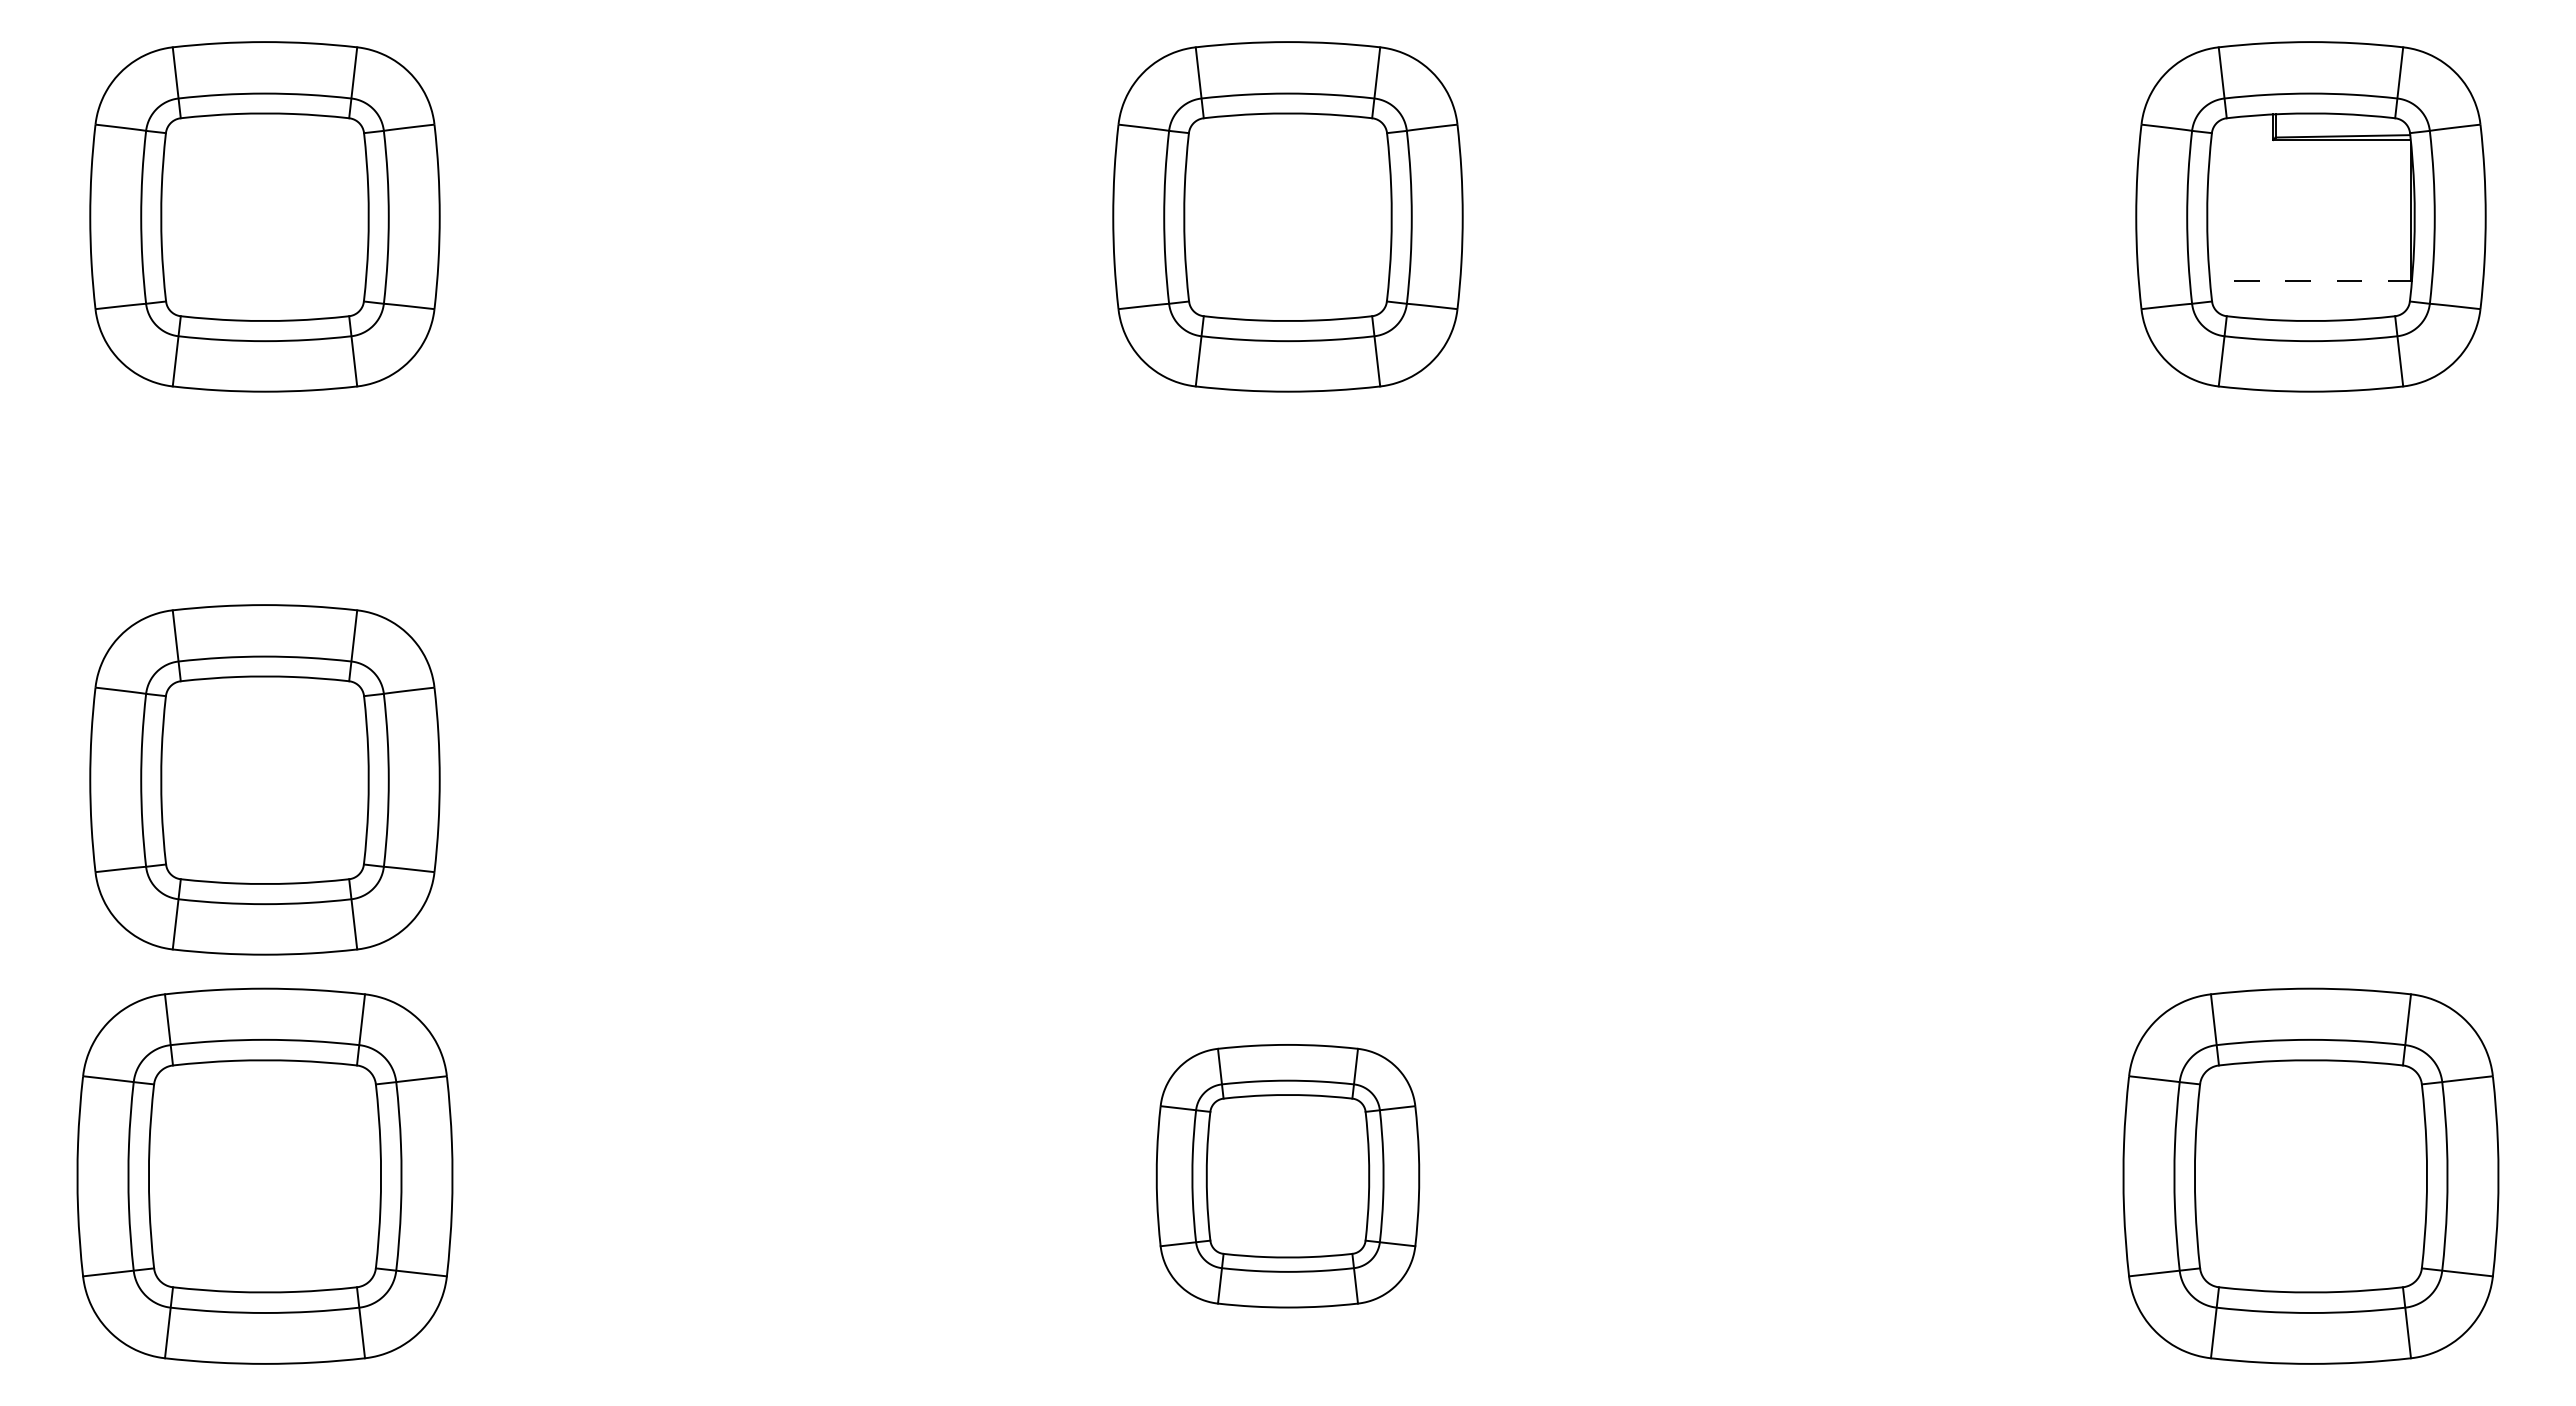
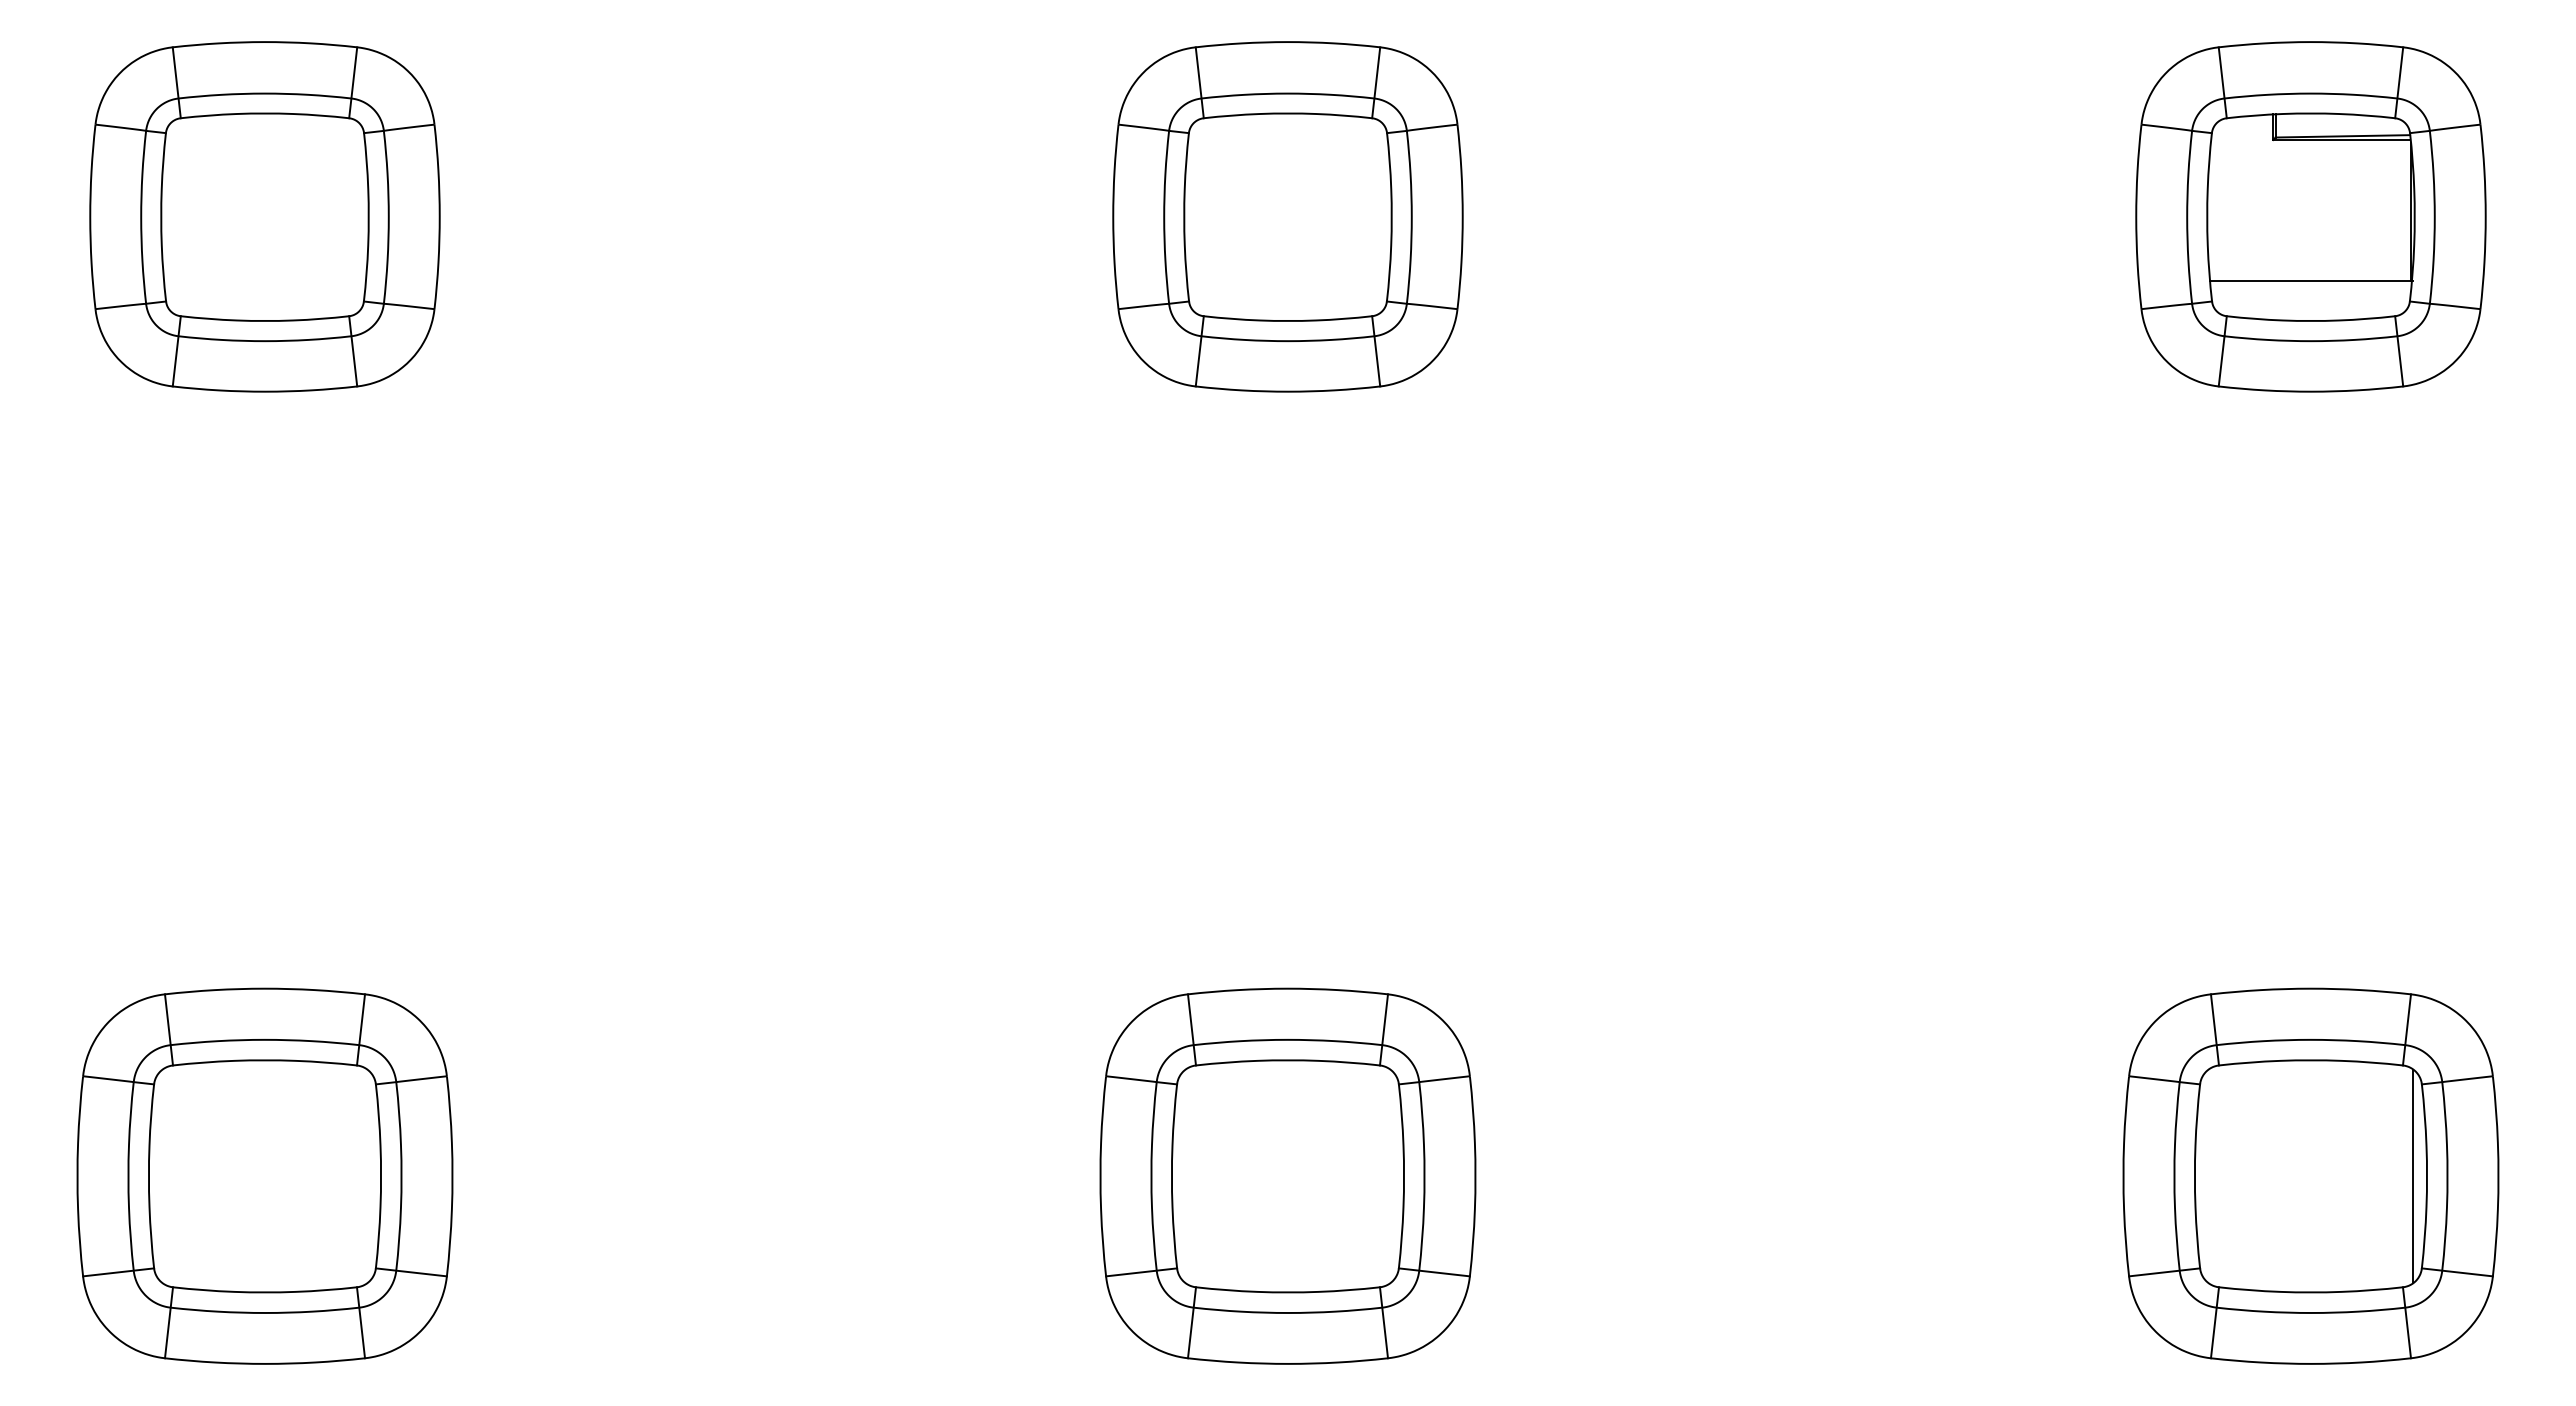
line at (2311, 281): dashed -> solid
part at (264, 779): present -> none
part at (1287, 1176) size: 266x265 px -> 378x378 px
line at (2413, 1176): none -> present
